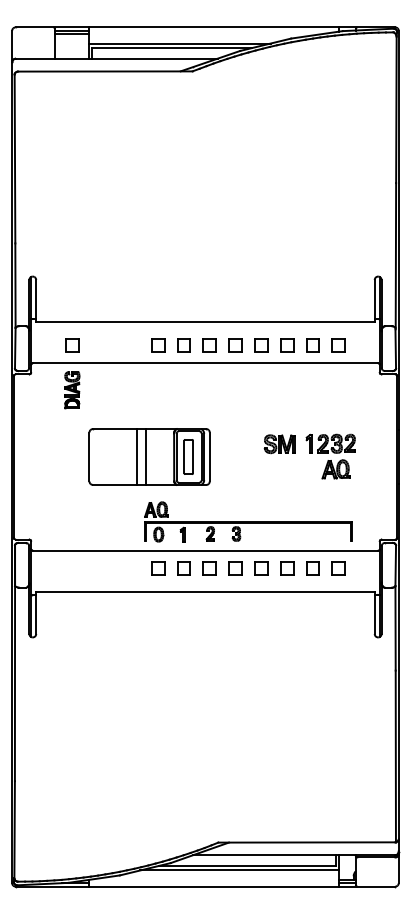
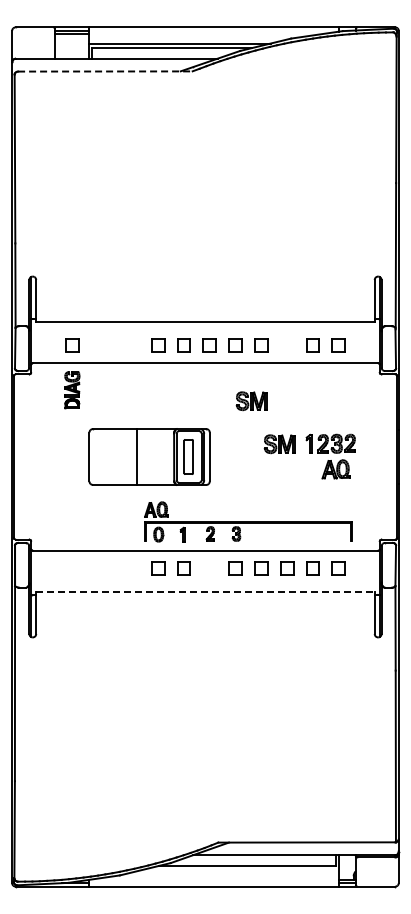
line at (105, 71): solid -> dashed
part at (287, 345): present -> none
part at (251, 401): none -> present
line at (145, 456): present -> none
part at (209, 568): present -> none
line at (205, 591): solid -> dashed
line at (239, 870): present -> none
